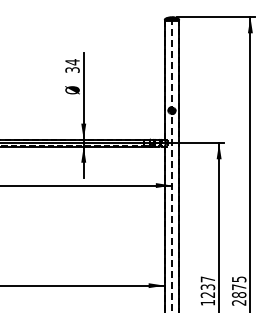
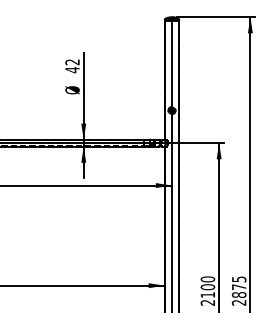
text at (72, 66): 34 -> 42
line at (171, 166): dashed -> solid
text at (207, 290): 1237 -> 2100
